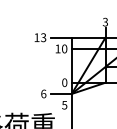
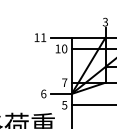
text at (43, 37): 13 -> 11
text at (64, 82): 0 -> 7
line at (92, 105): none -> present
